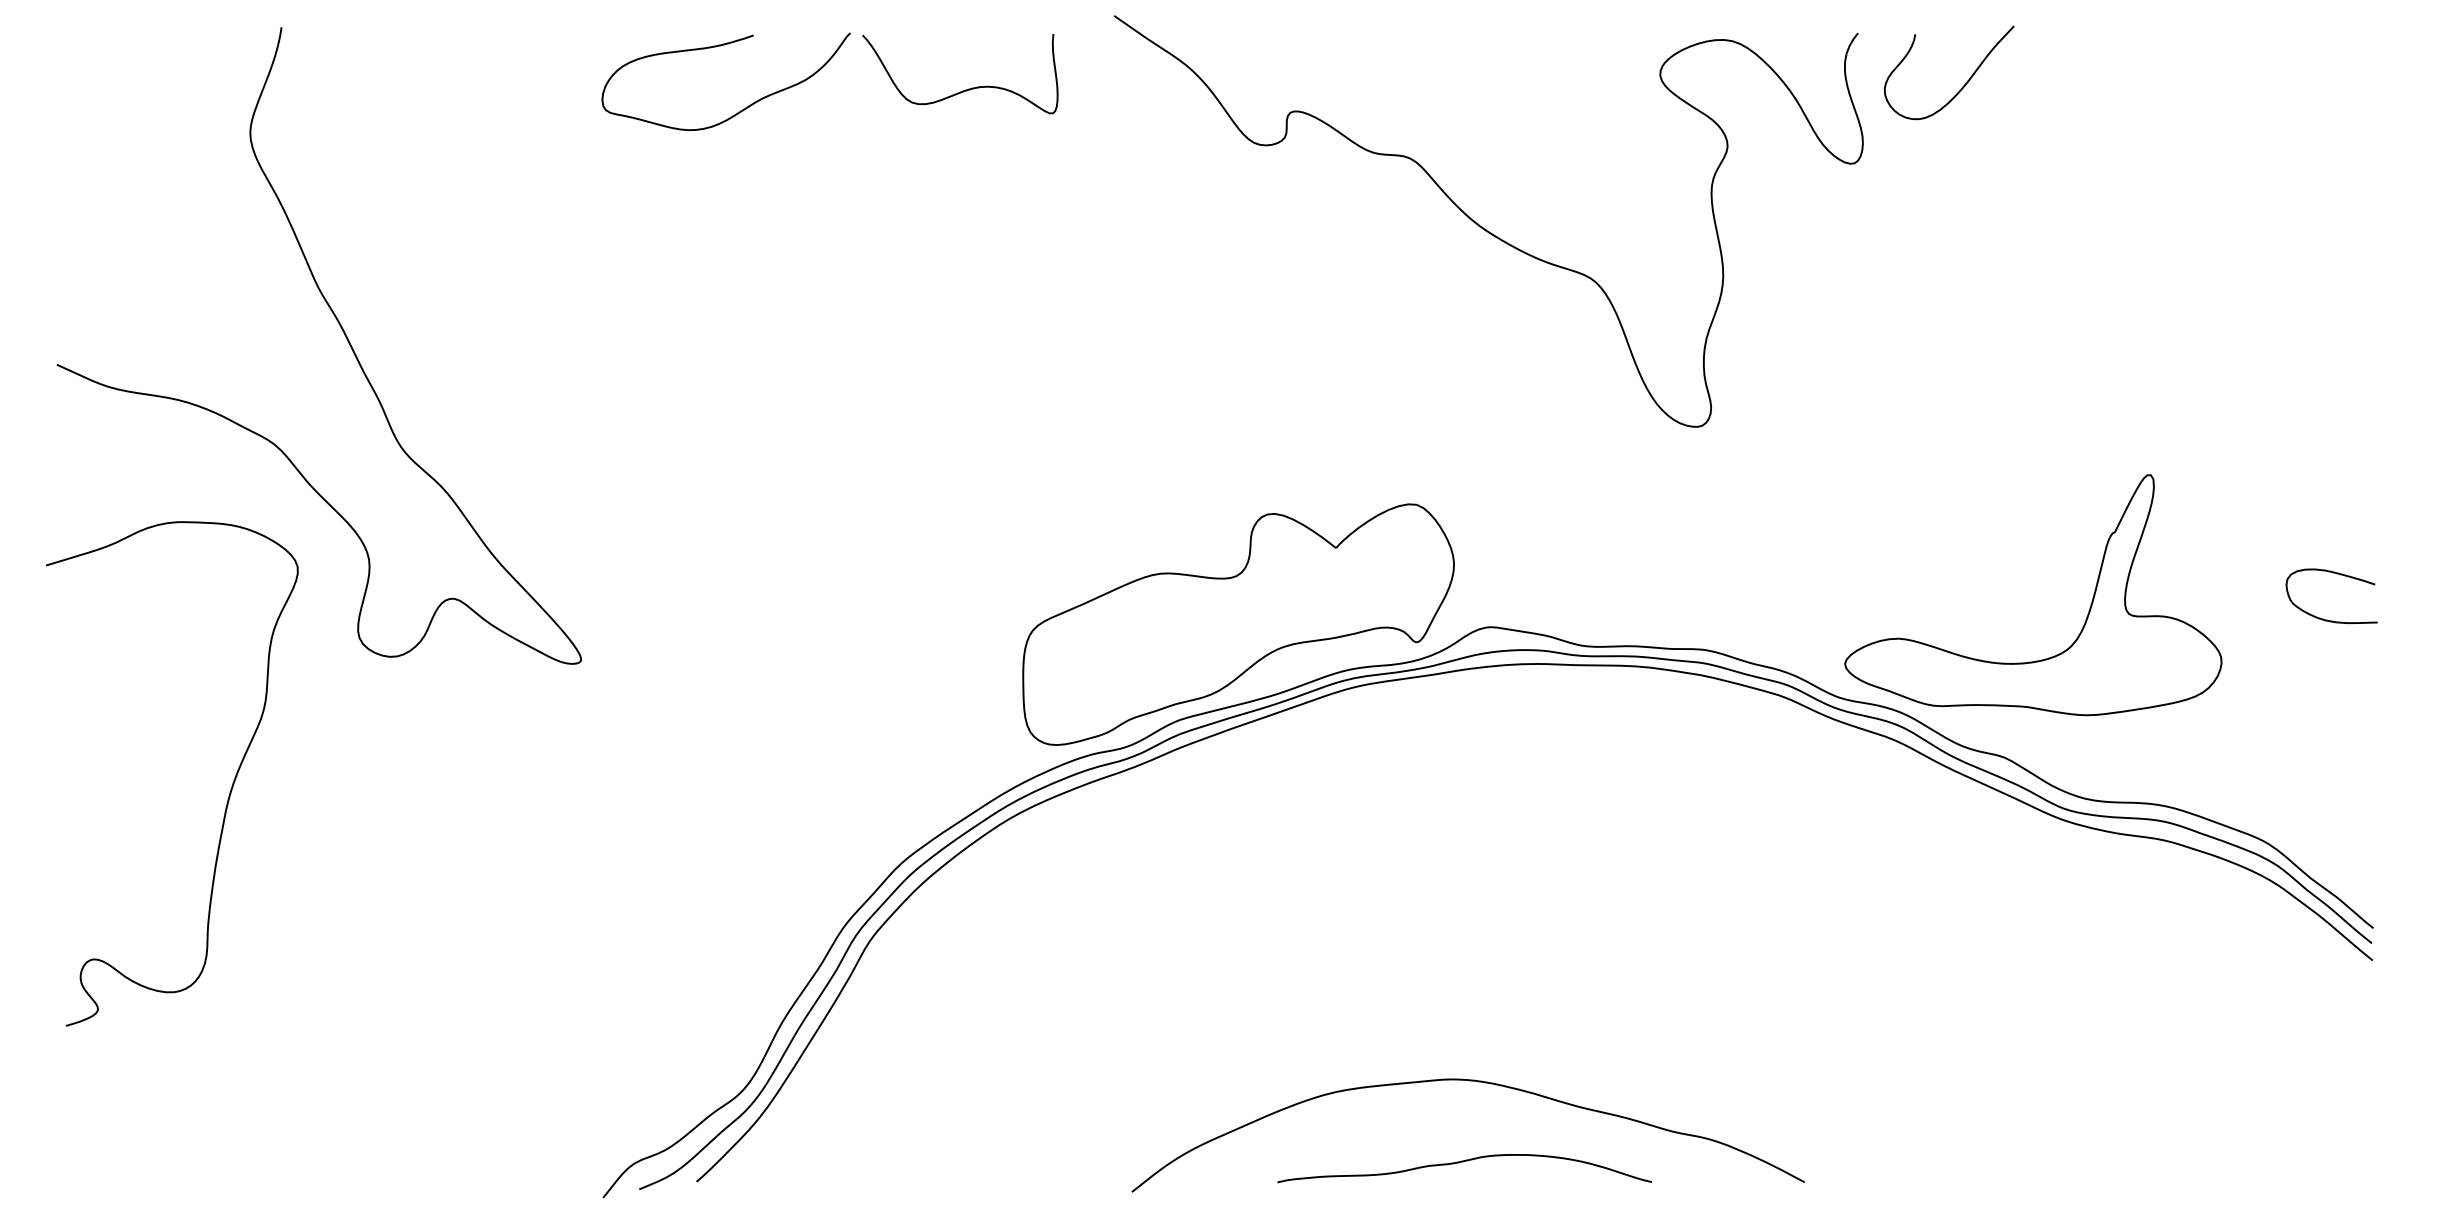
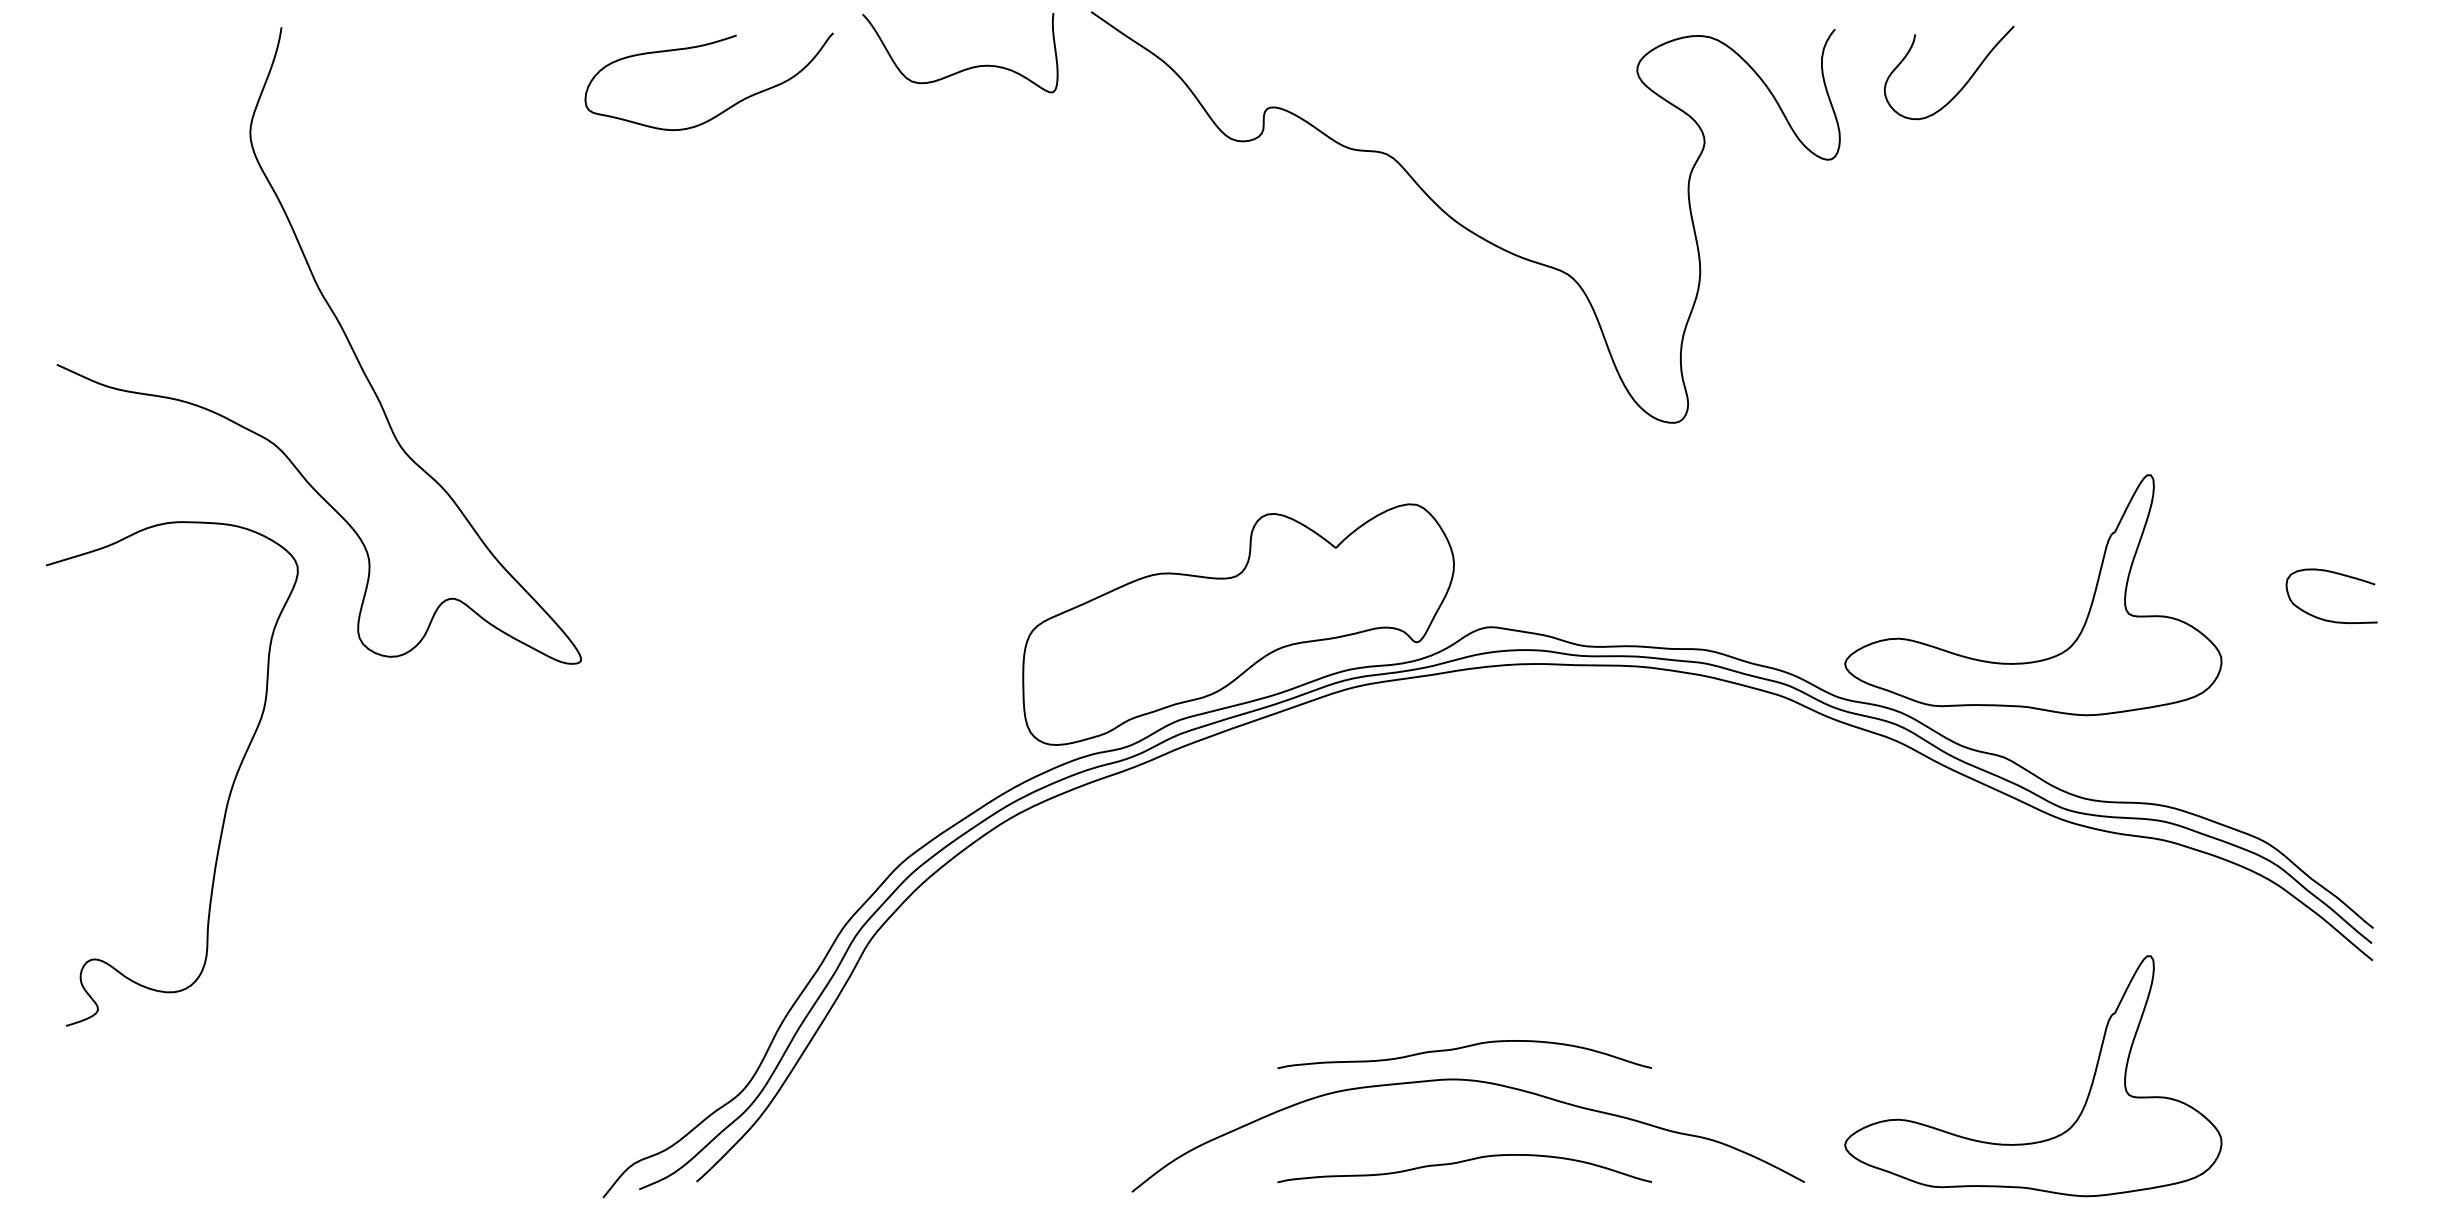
curve at (965, 89) position: (965, 89) -> (965, 68)
curve at (743, 108) position: (743, 108) -> (726, 108)
curve at (1485, 228) position: (1485, 228) -> (1462, 224)
curve at (1463, 1048): none -> present
part at (2086, 1097): none -> present
